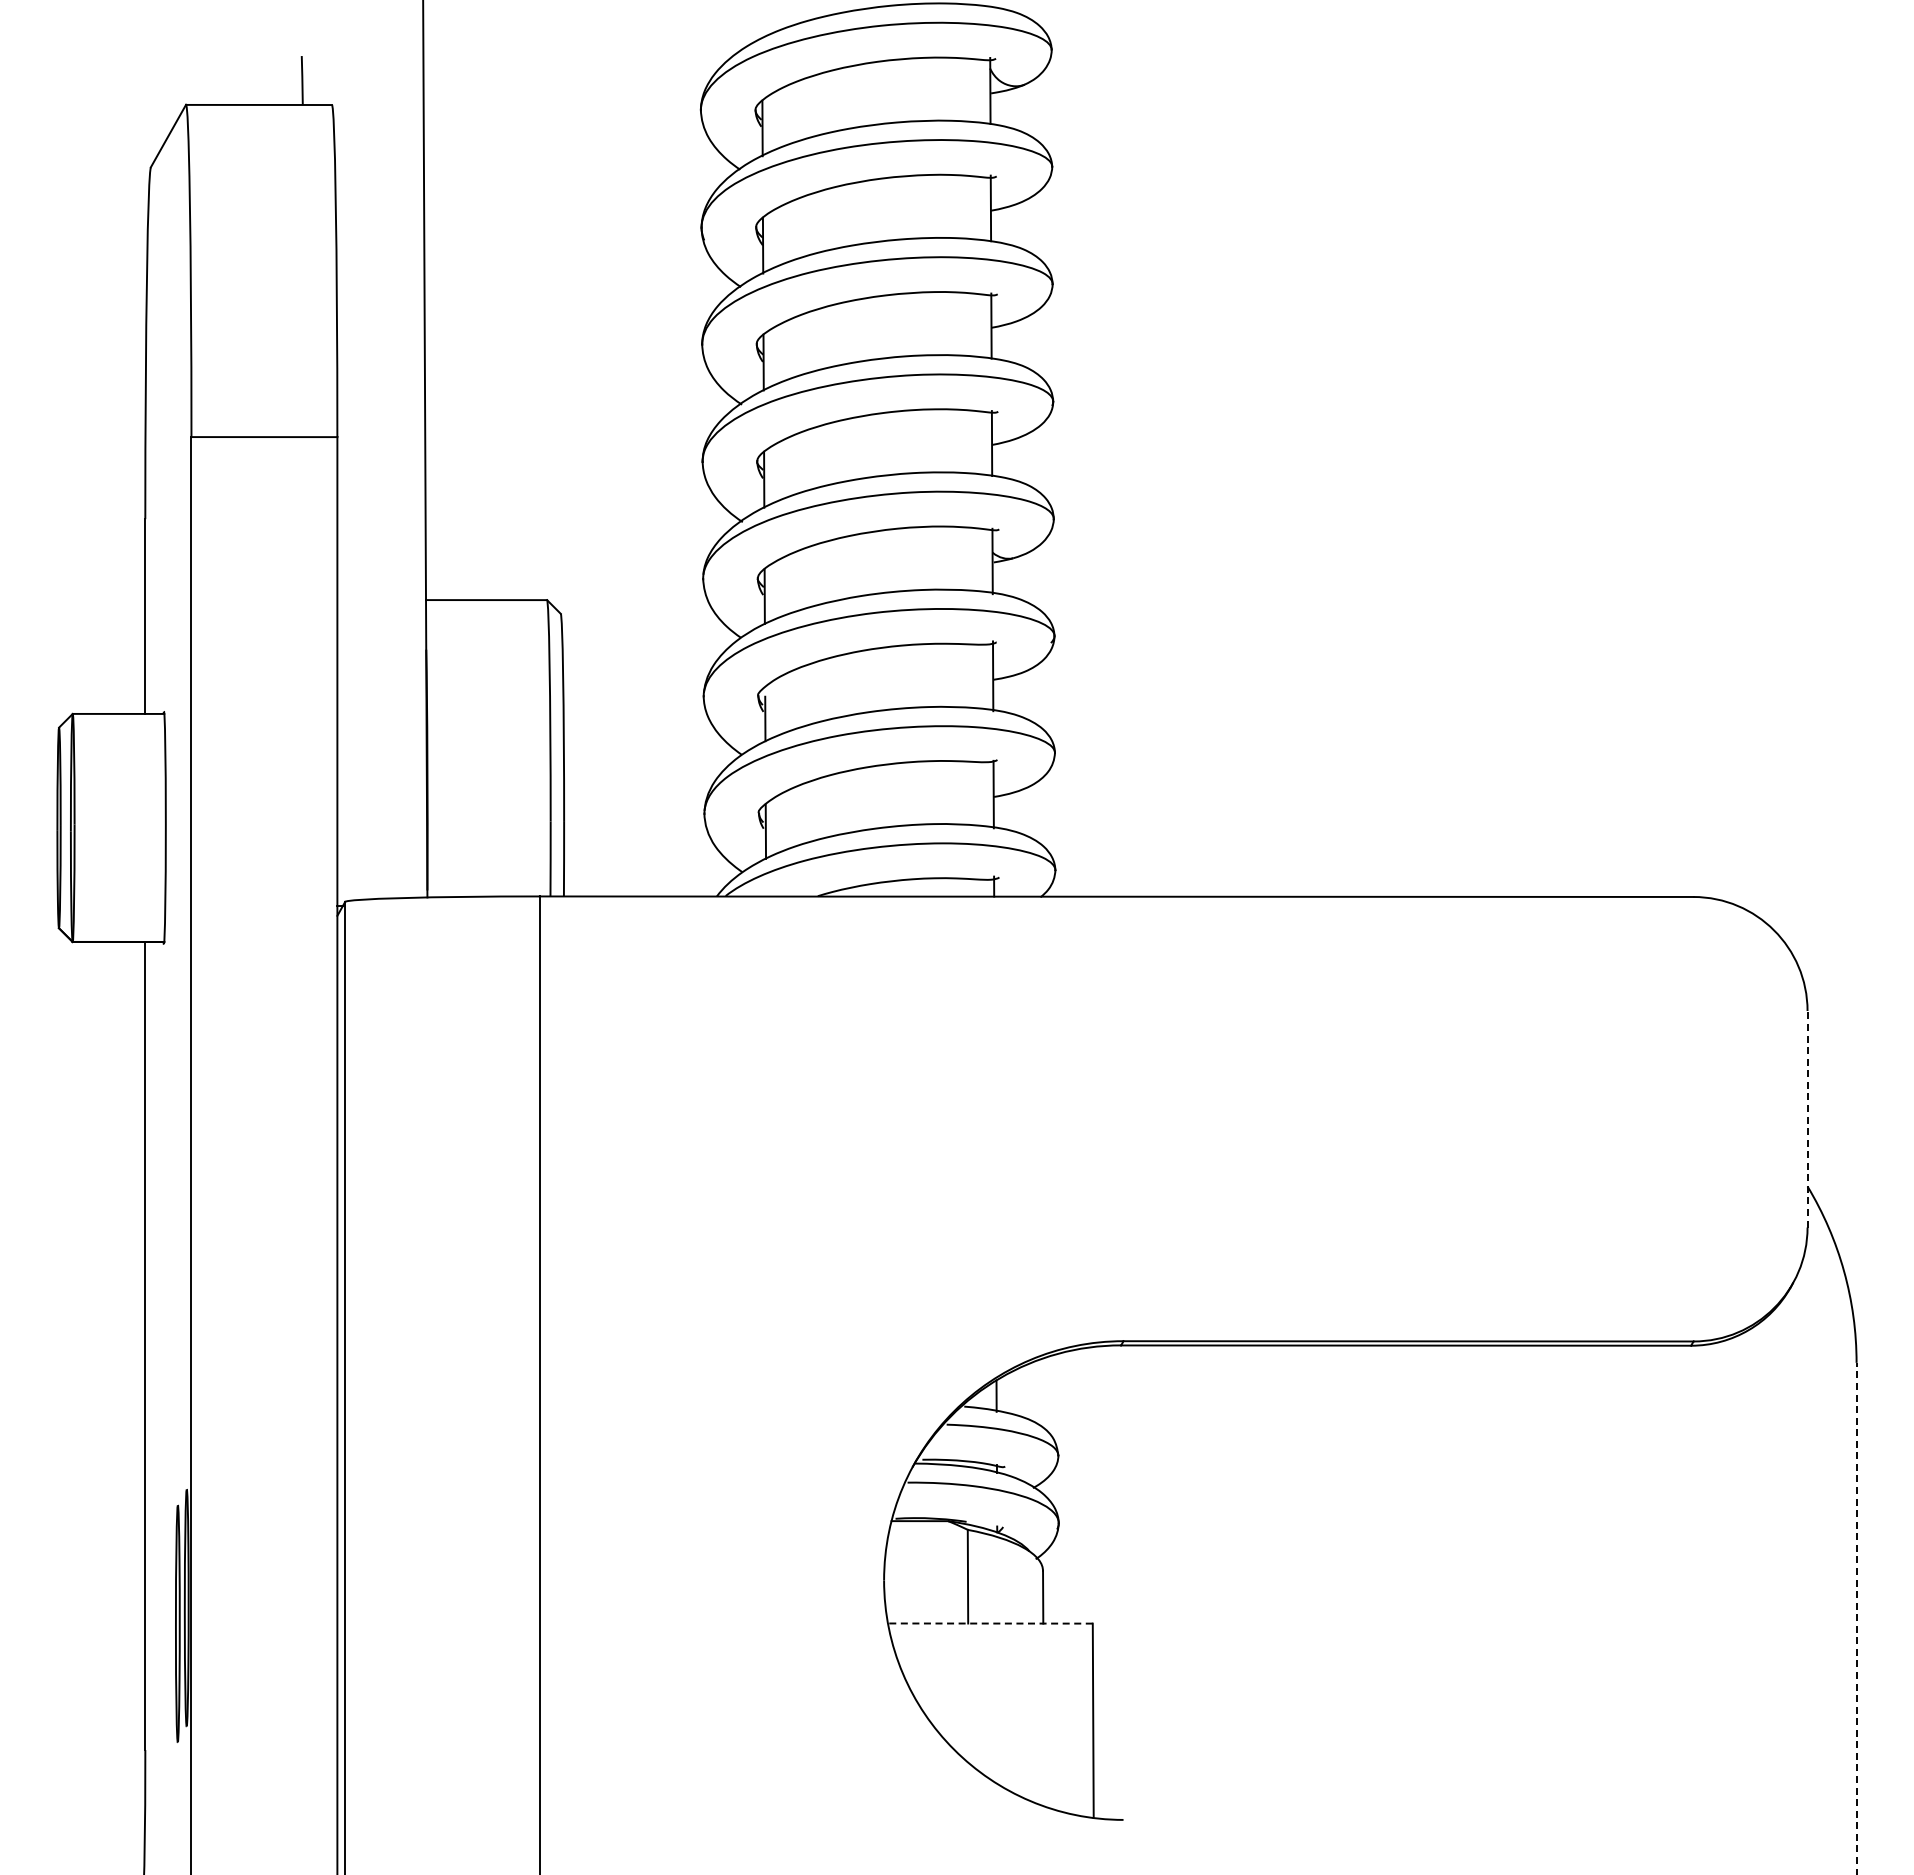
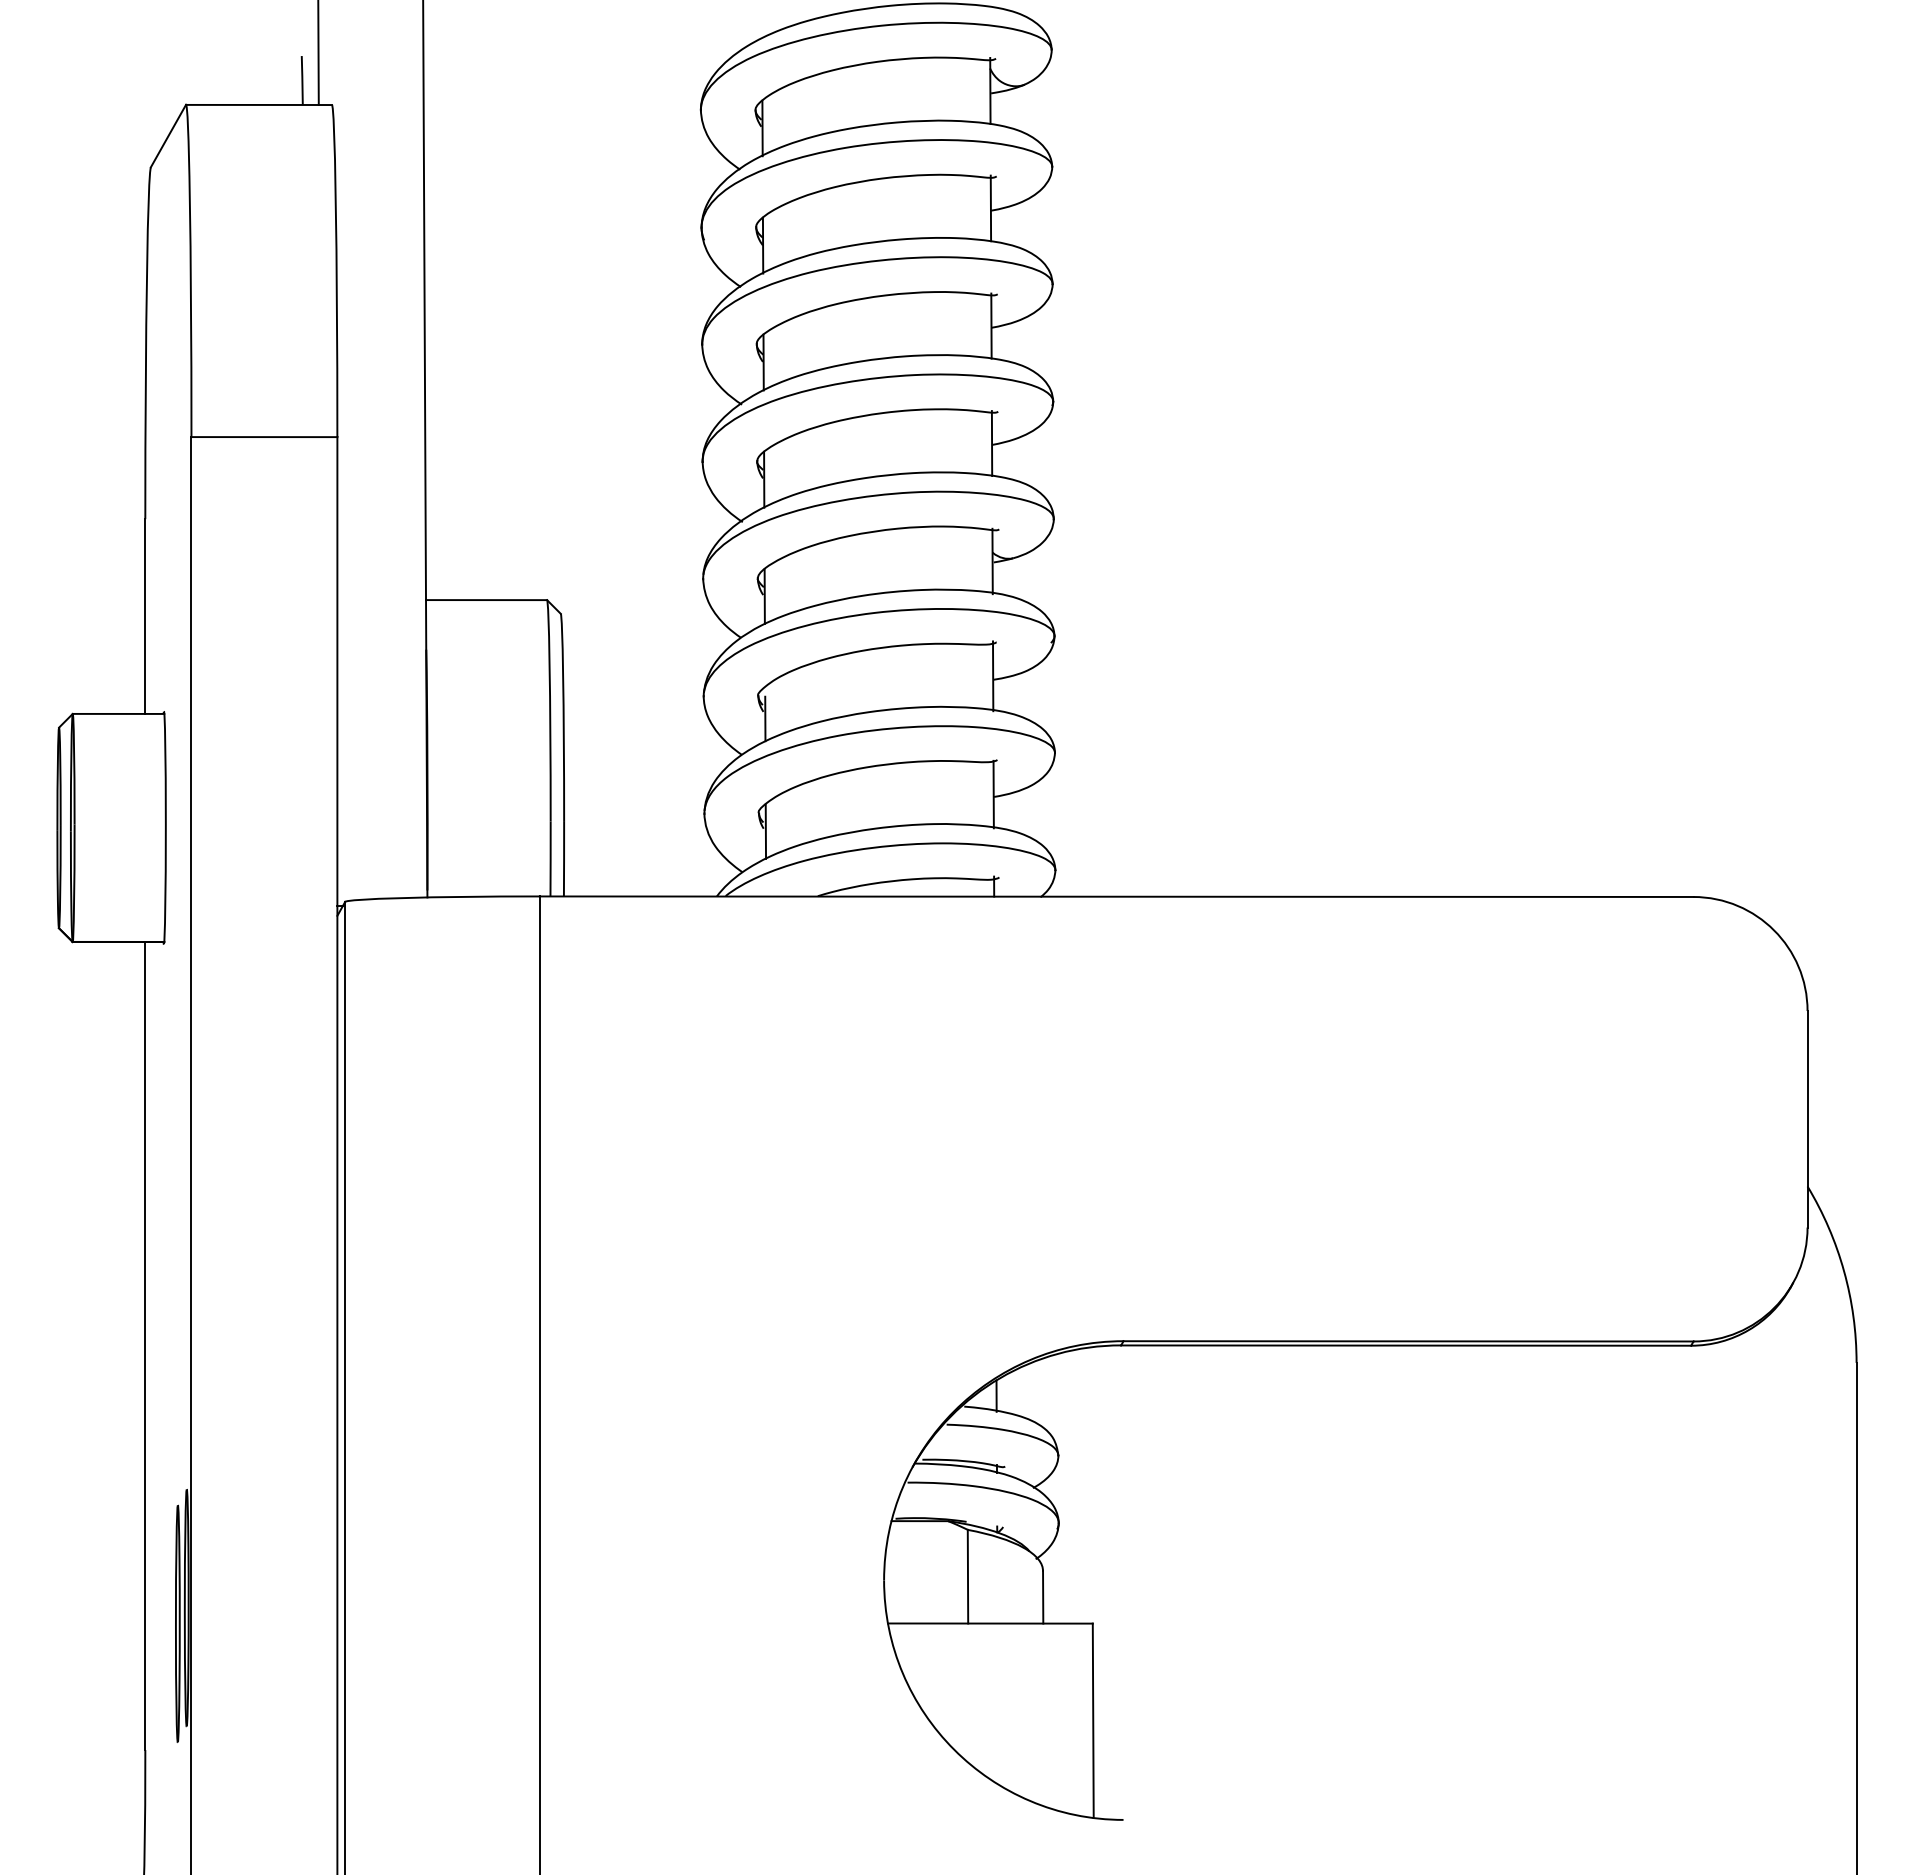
line at (318, 53): none -> present
line at (1807, 1118): dashed -> solid
line at (1856, 1618): dashed -> solid
line at (989, 1623): dashed -> solid
